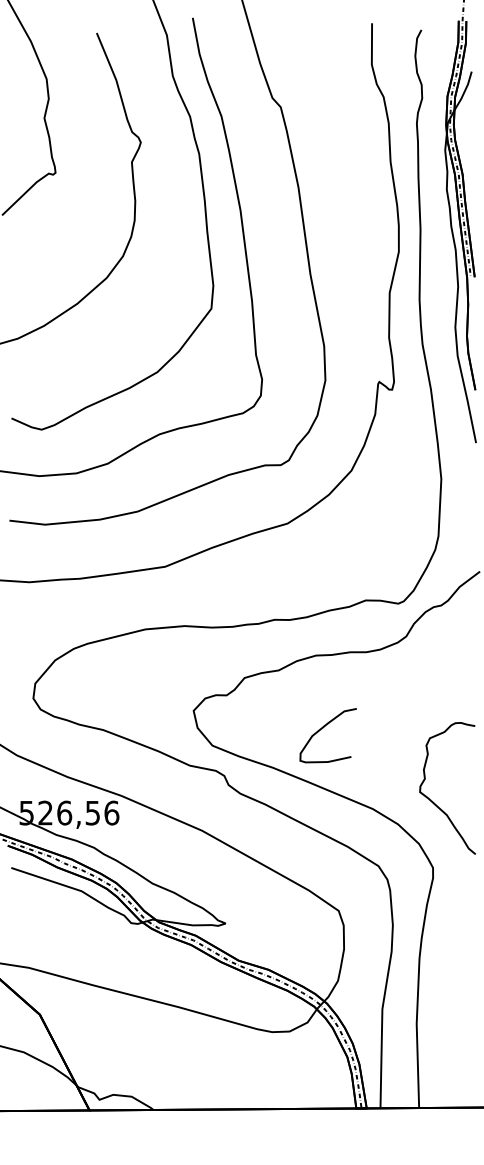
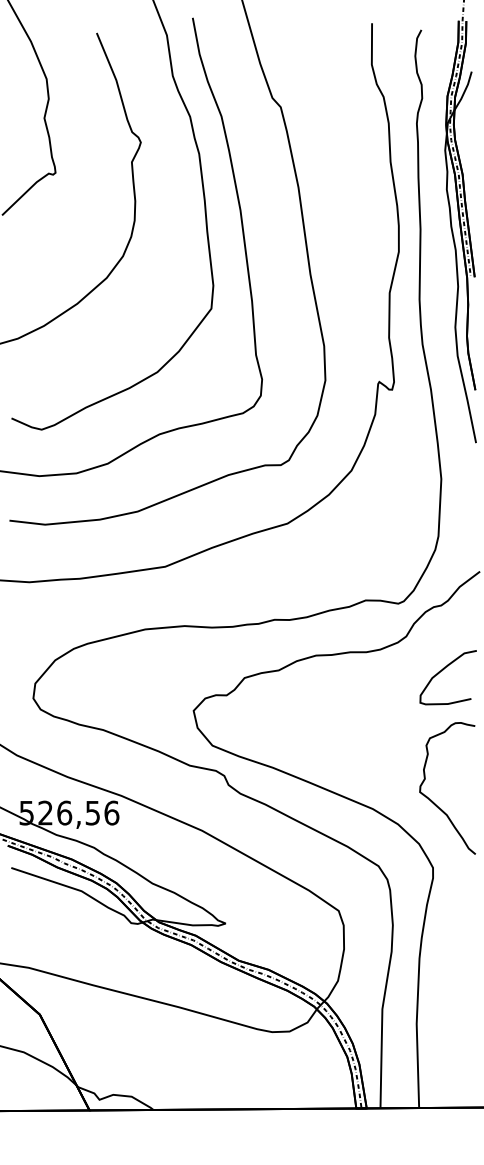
curve at (322, 729) position: (322, 729) -> (442, 671)
